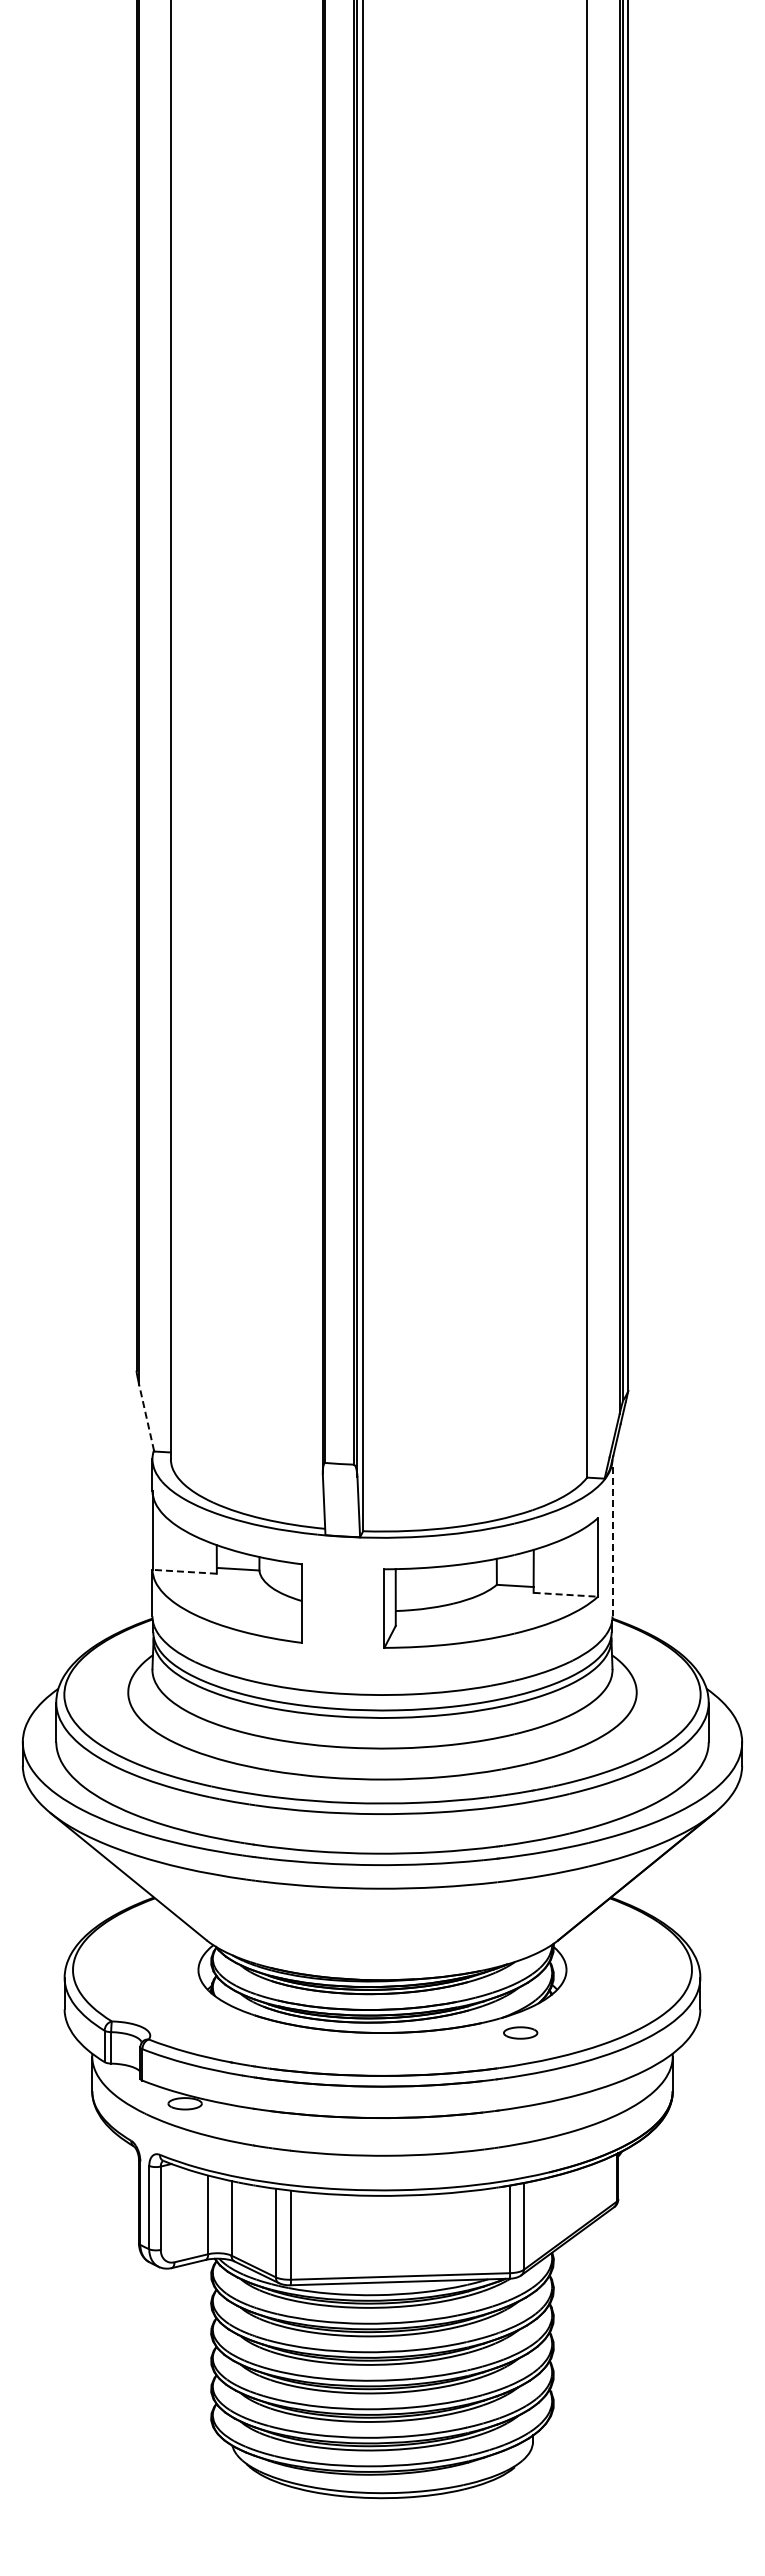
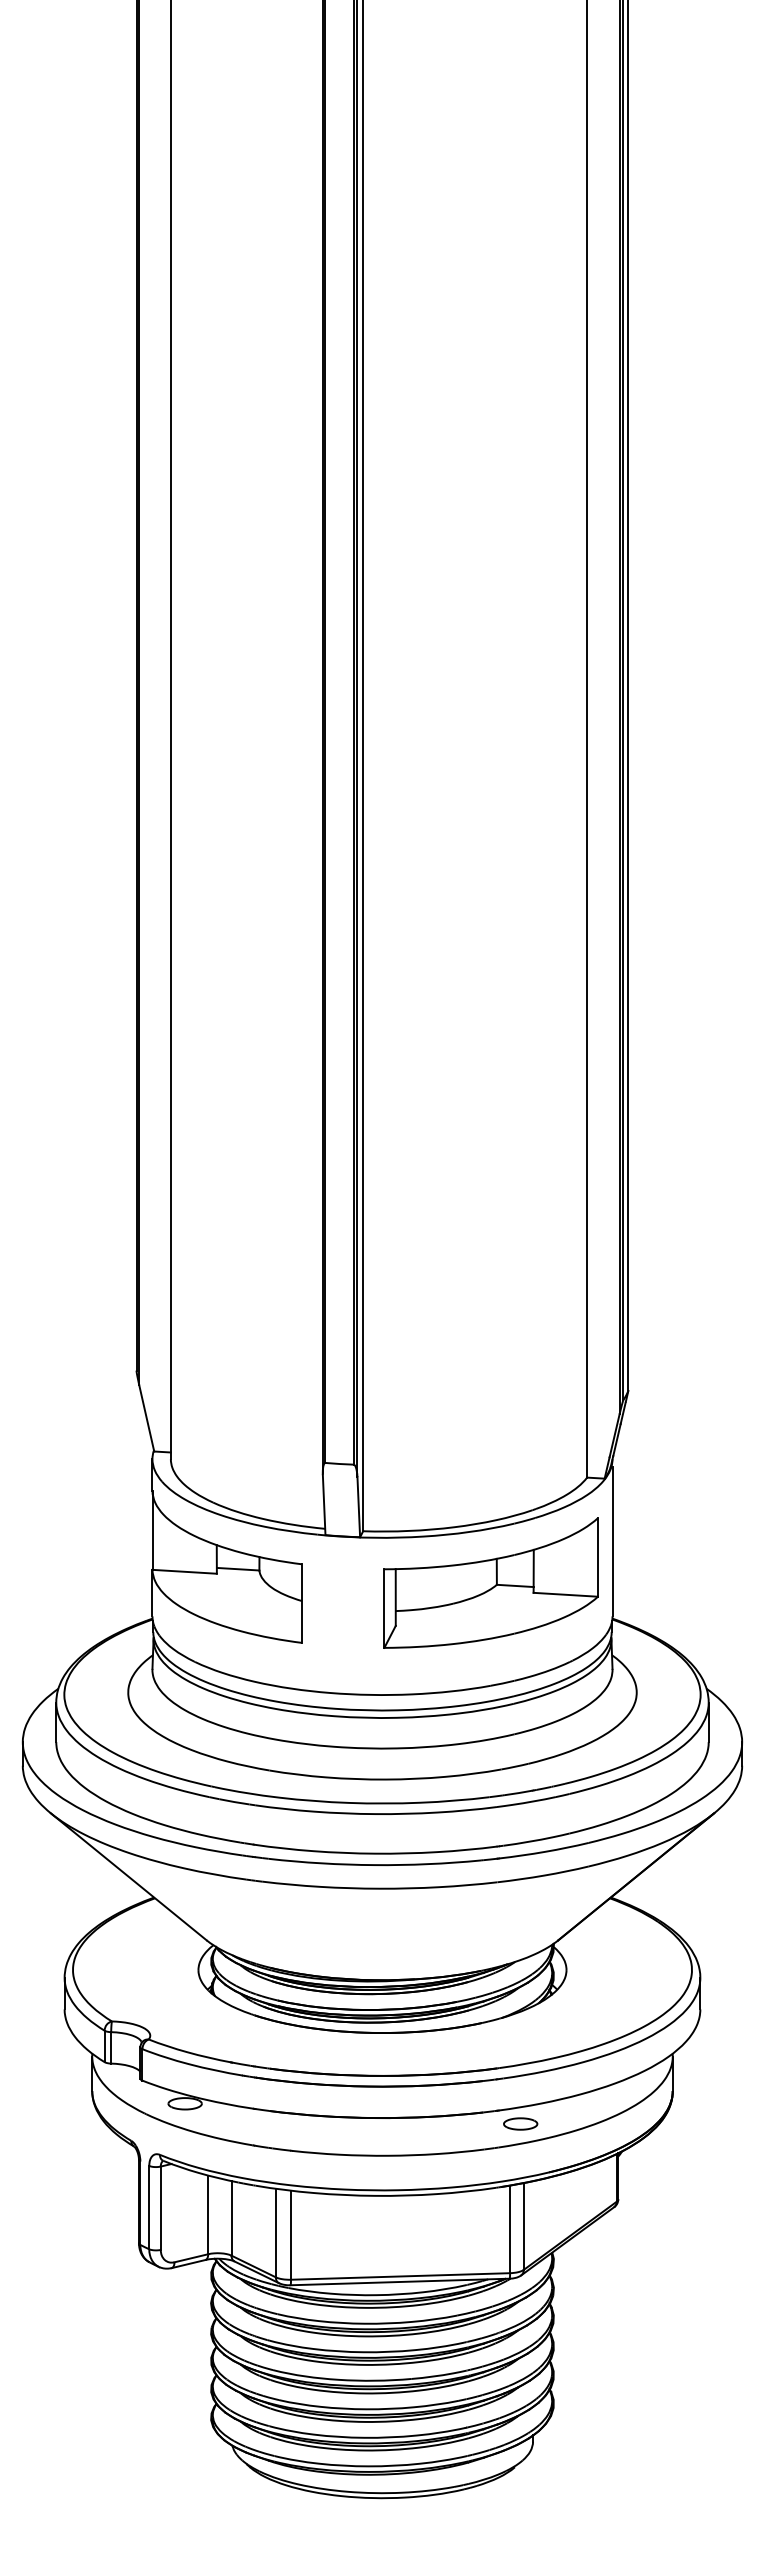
line at (146, 1418): dashed -> solid
line at (612, 1541): dashed -> solid
line at (184, 1571): dashed -> solid
line at (566, 1594): dashed -> solid
part at (520, 2032) position: (520, 2032) -> (520, 2123)
